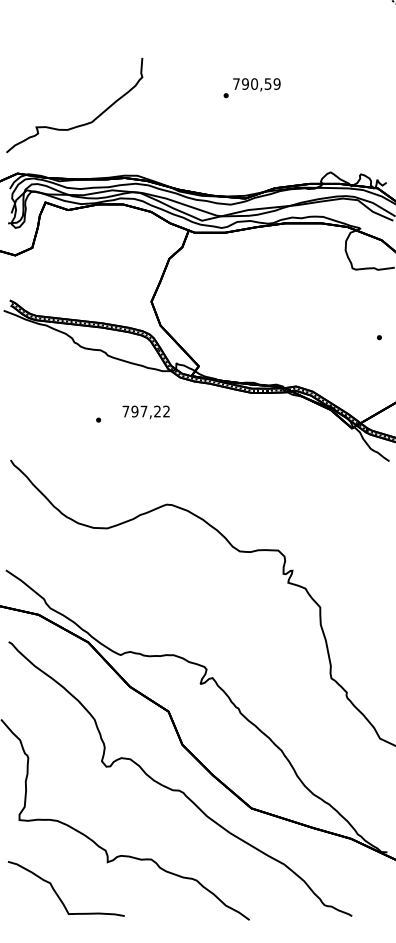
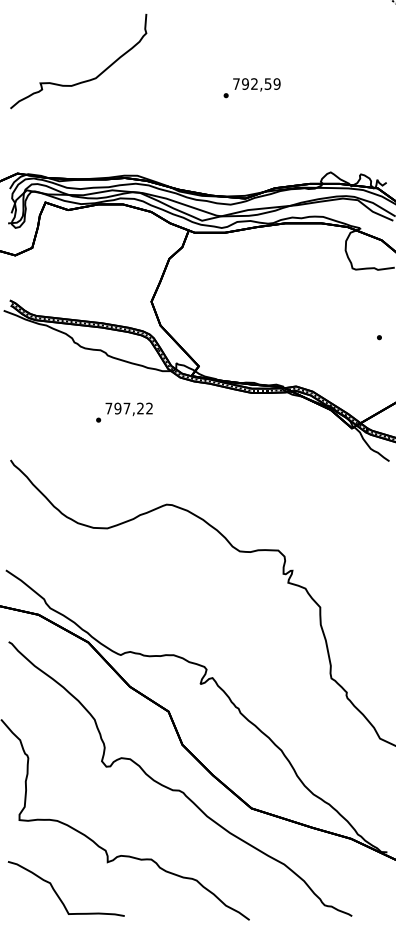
text at (254, 83): 790,59 -> 792,59
curve at (80, 124) position: (80, 124) -> (84, 80)
text at (145, 411) position: (145, 411) -> (128, 408)
